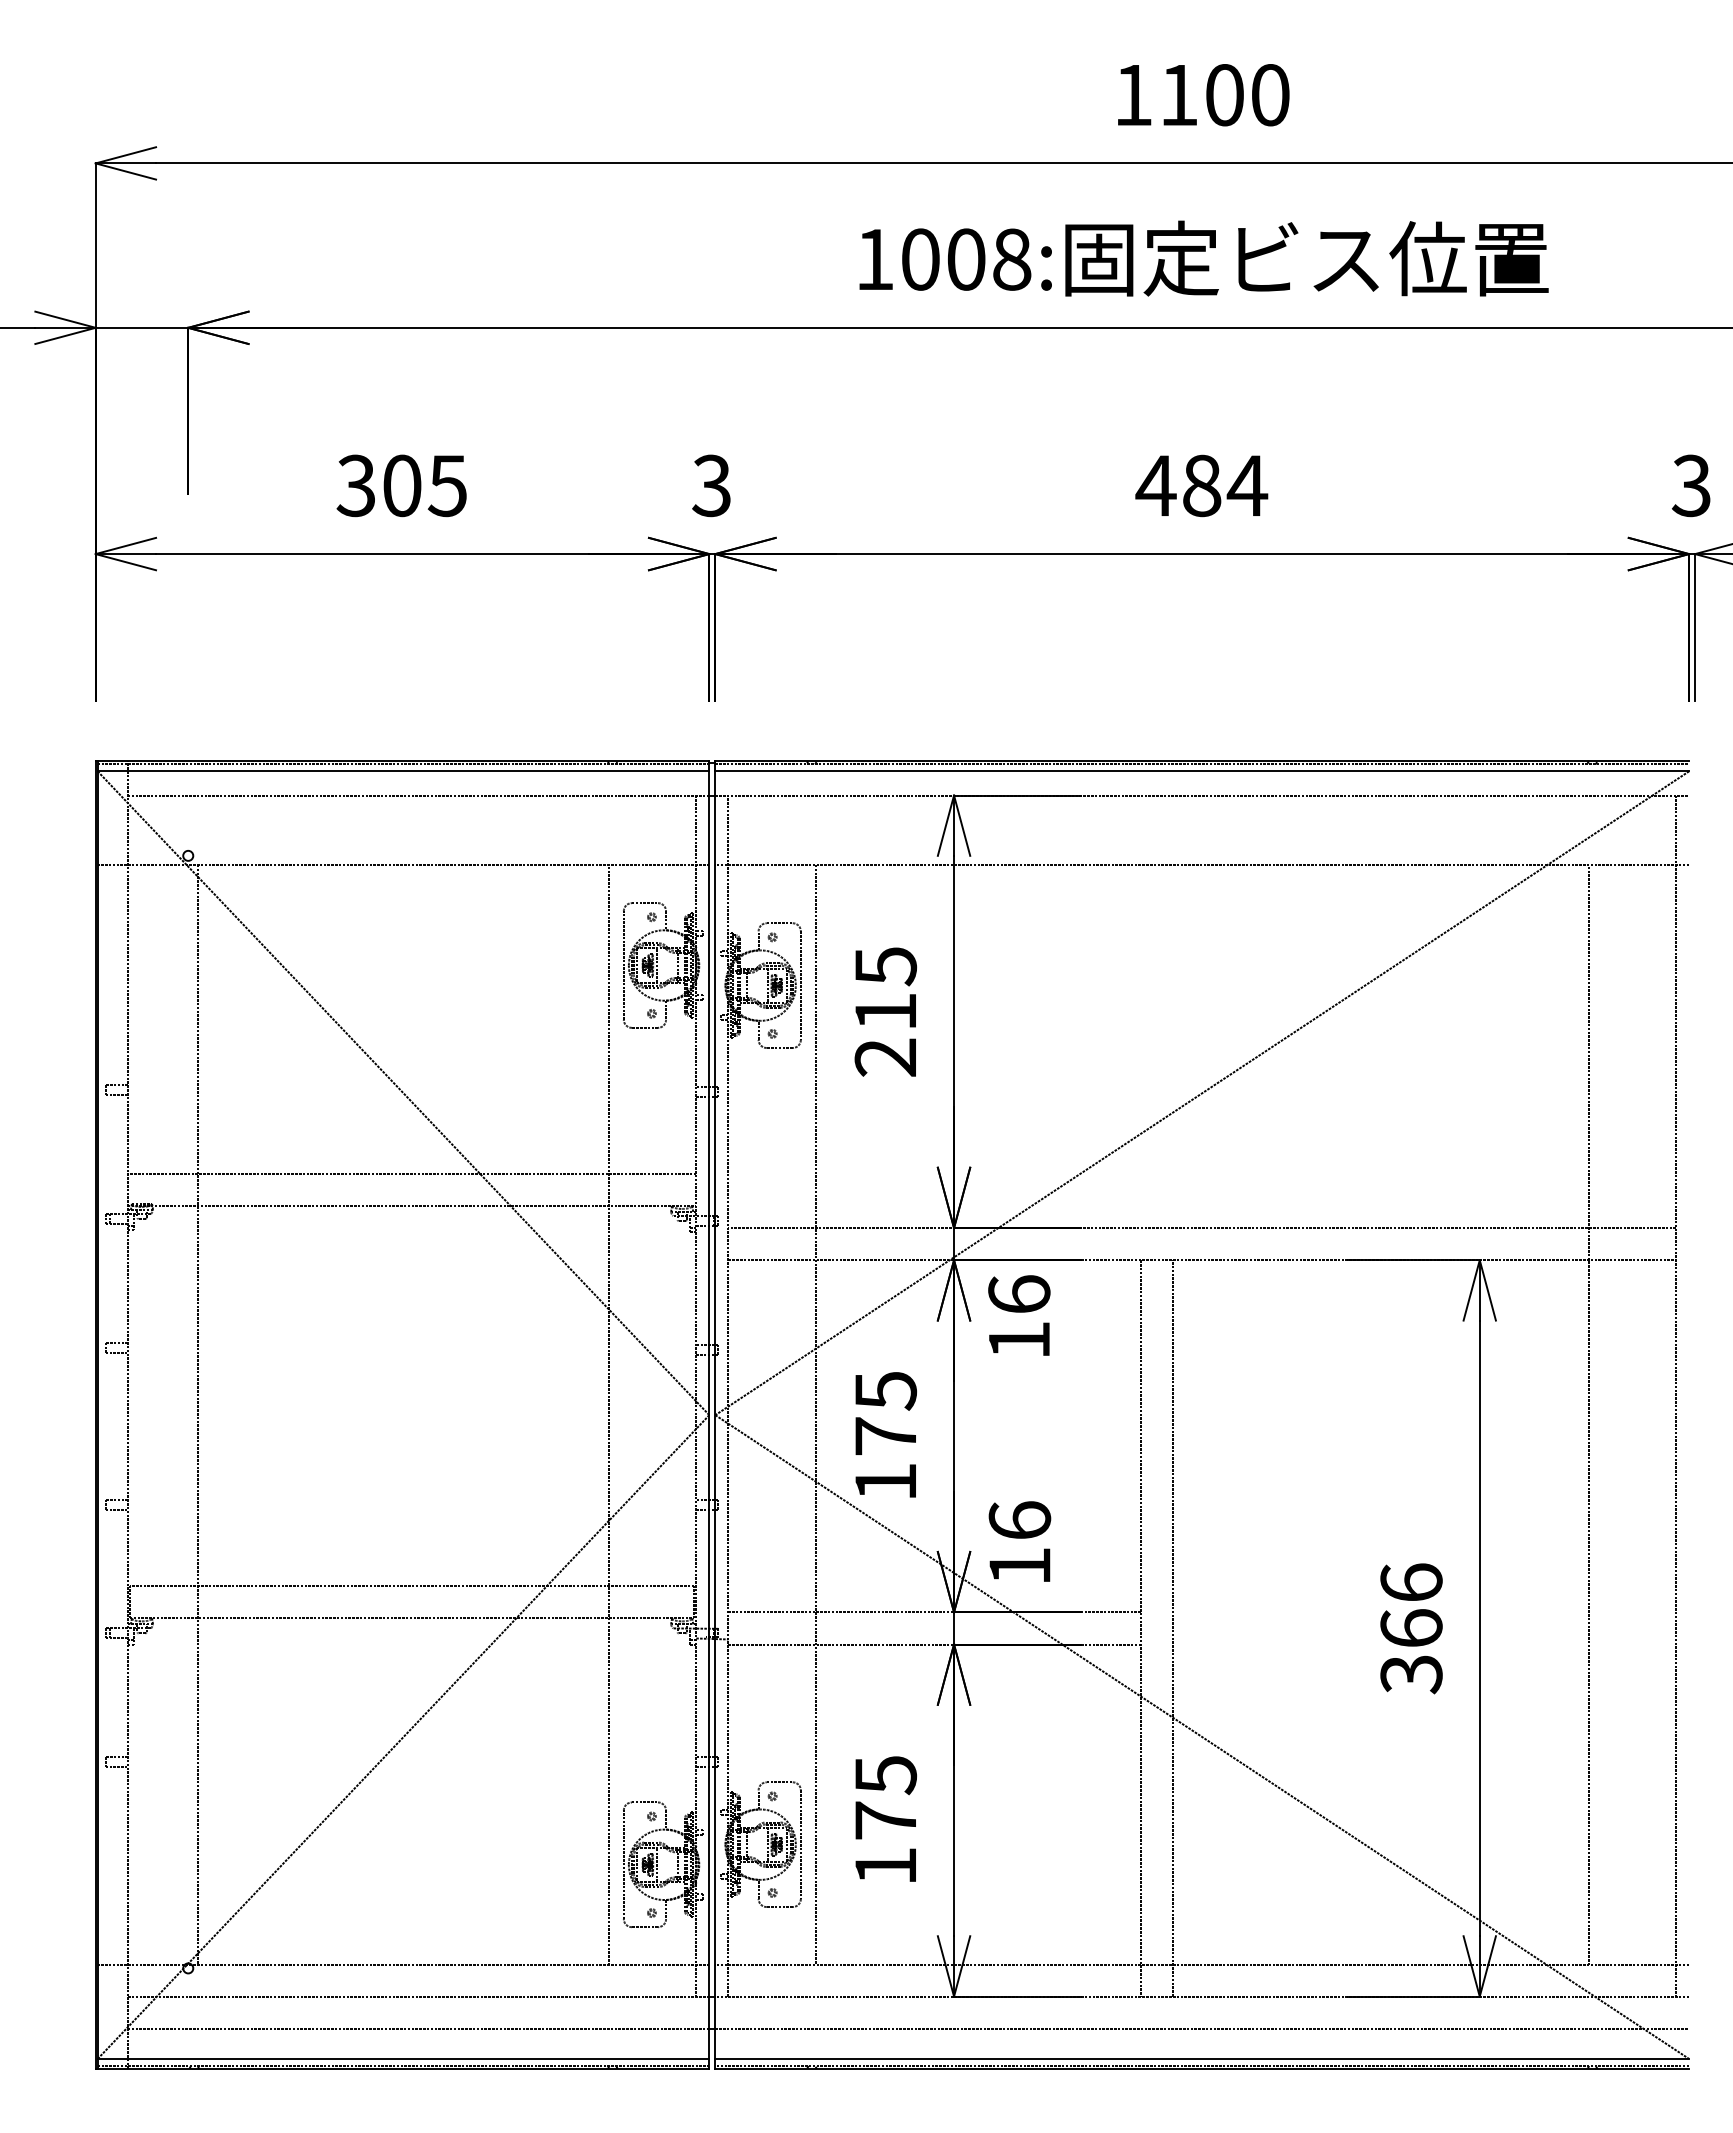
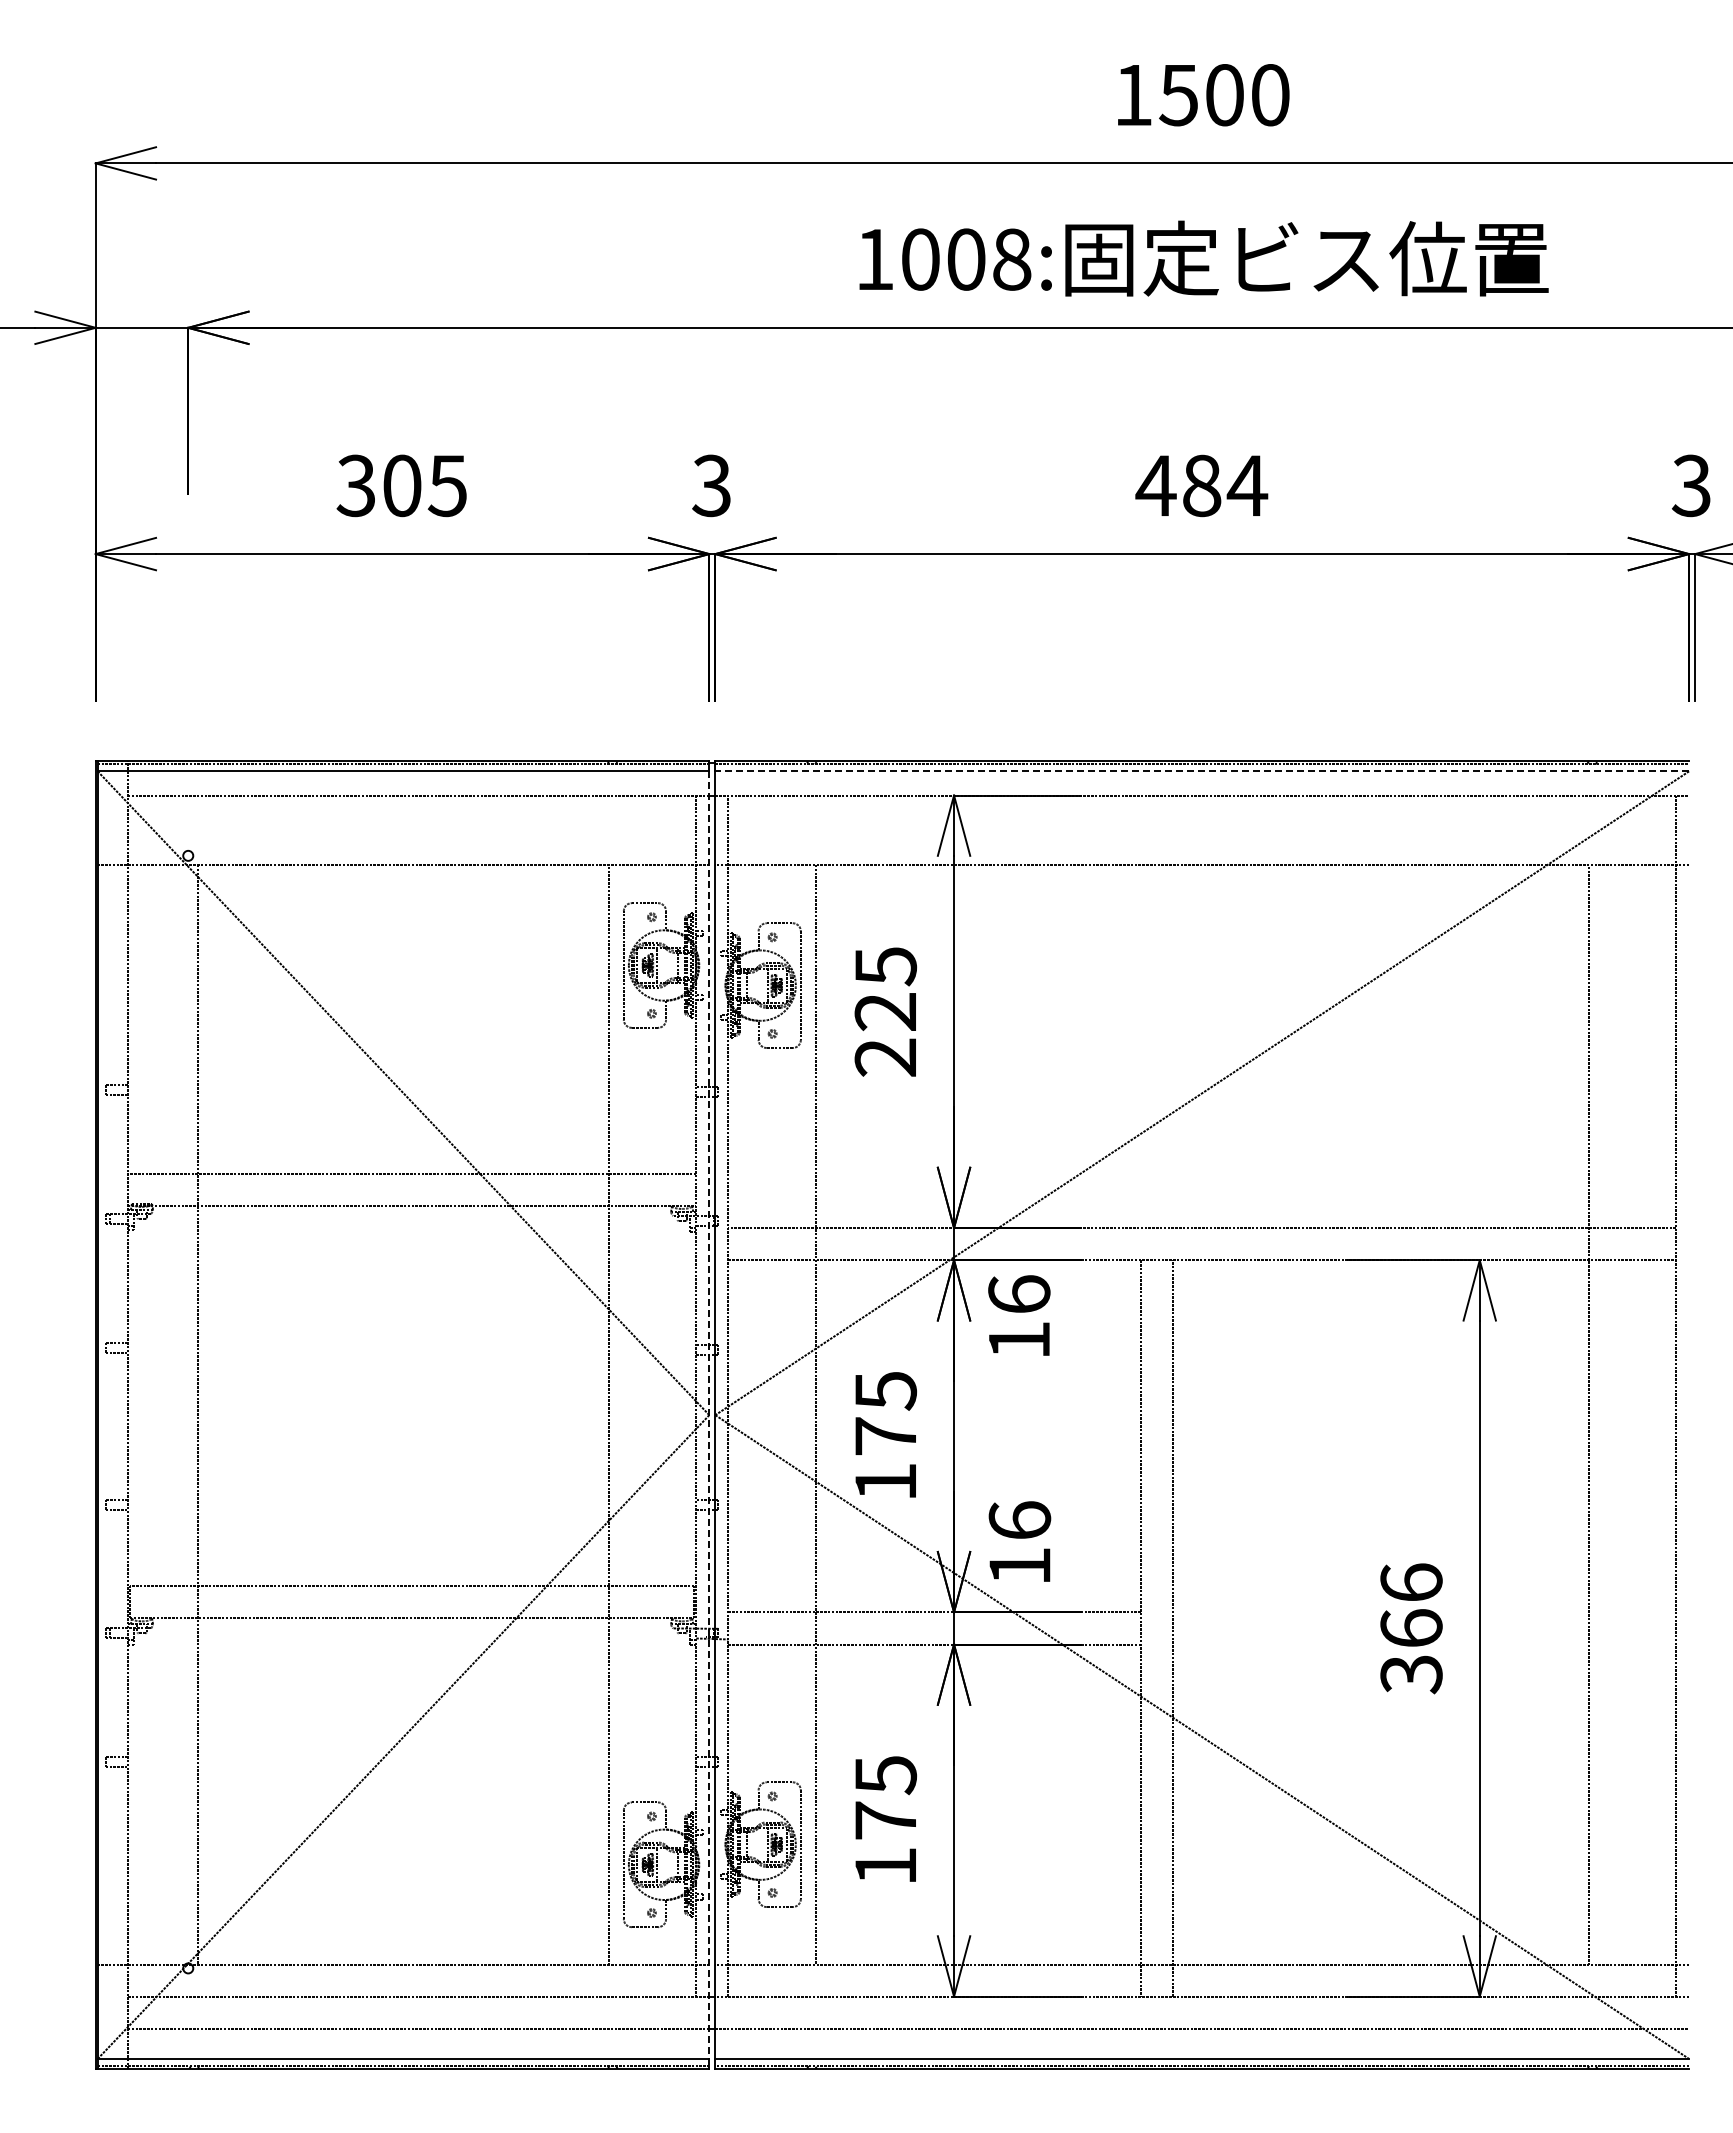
text at (1178, 95): 1100 -> 1500
line at (1202, 771): solid -> dashed
text at (884, 1012): 215 -> 225
line at (709, 1415): solid -> dashed
